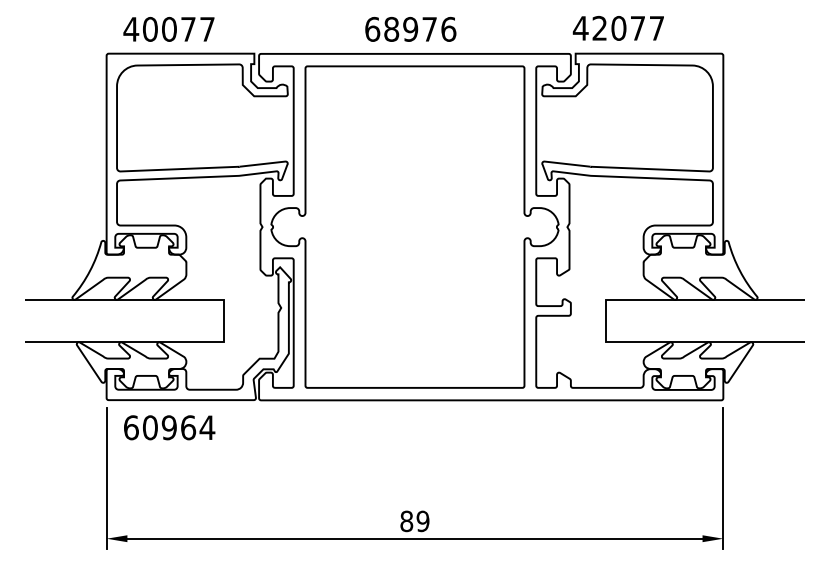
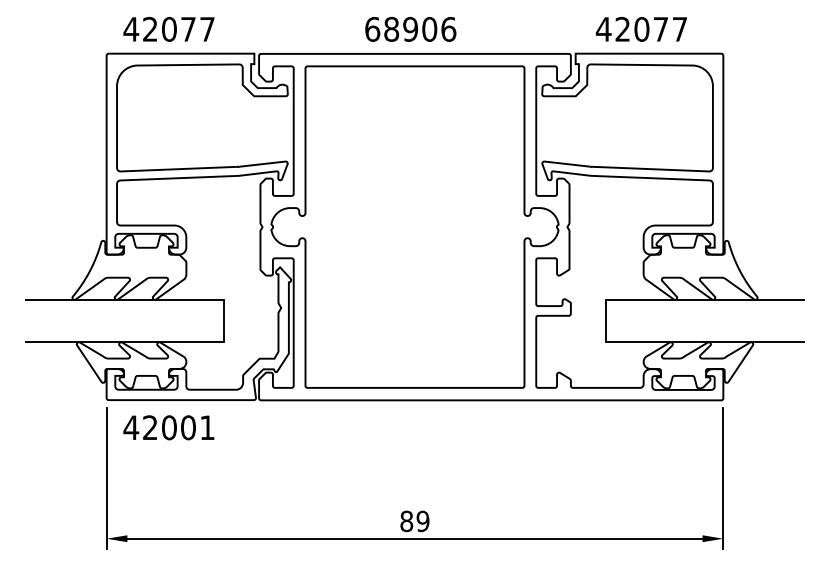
text at (429, 28): 68976 -> 68906
text at (617, 28) position: (617, 28) -> (640, 29)
text at (150, 29): 40077 -> 42077
text at (169, 427): 60964 -> 42001
